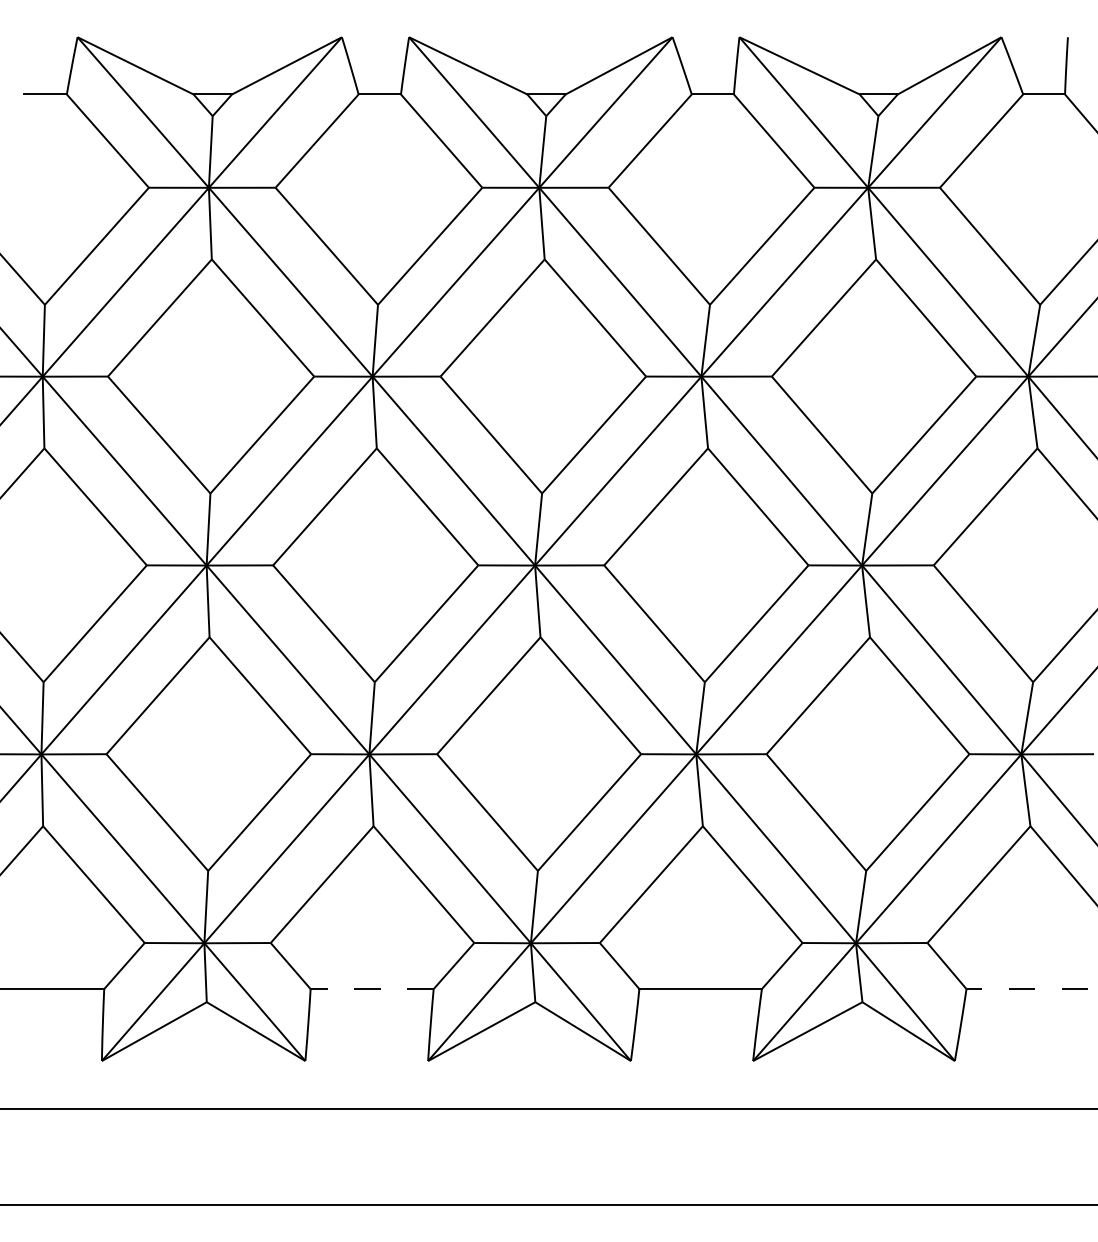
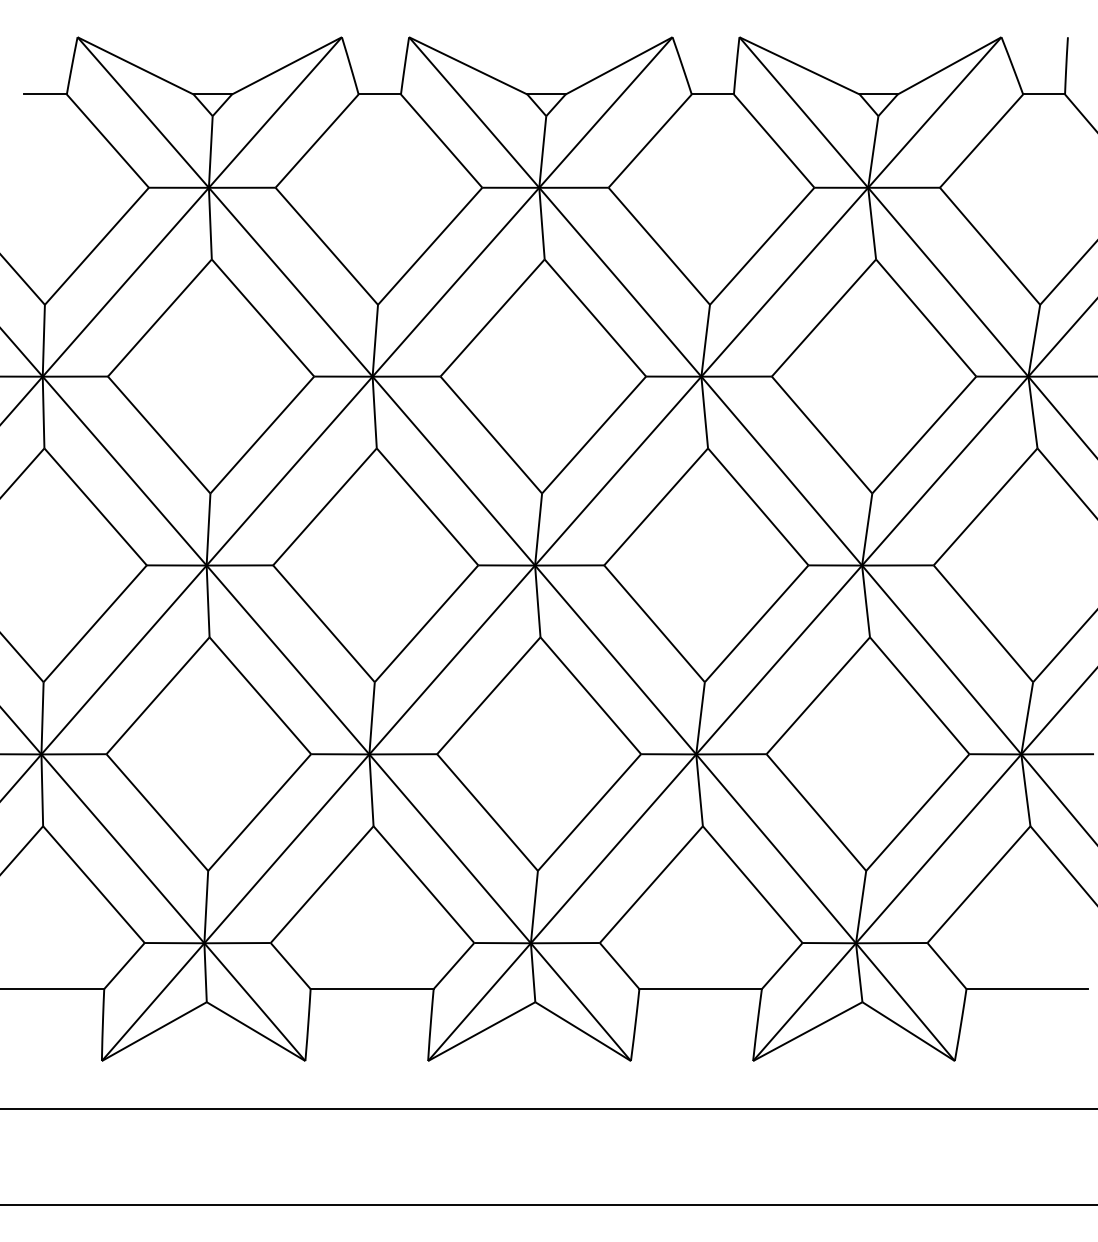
line at (372, 989): dashed -> solid
line at (1027, 989): dashed -> solid
